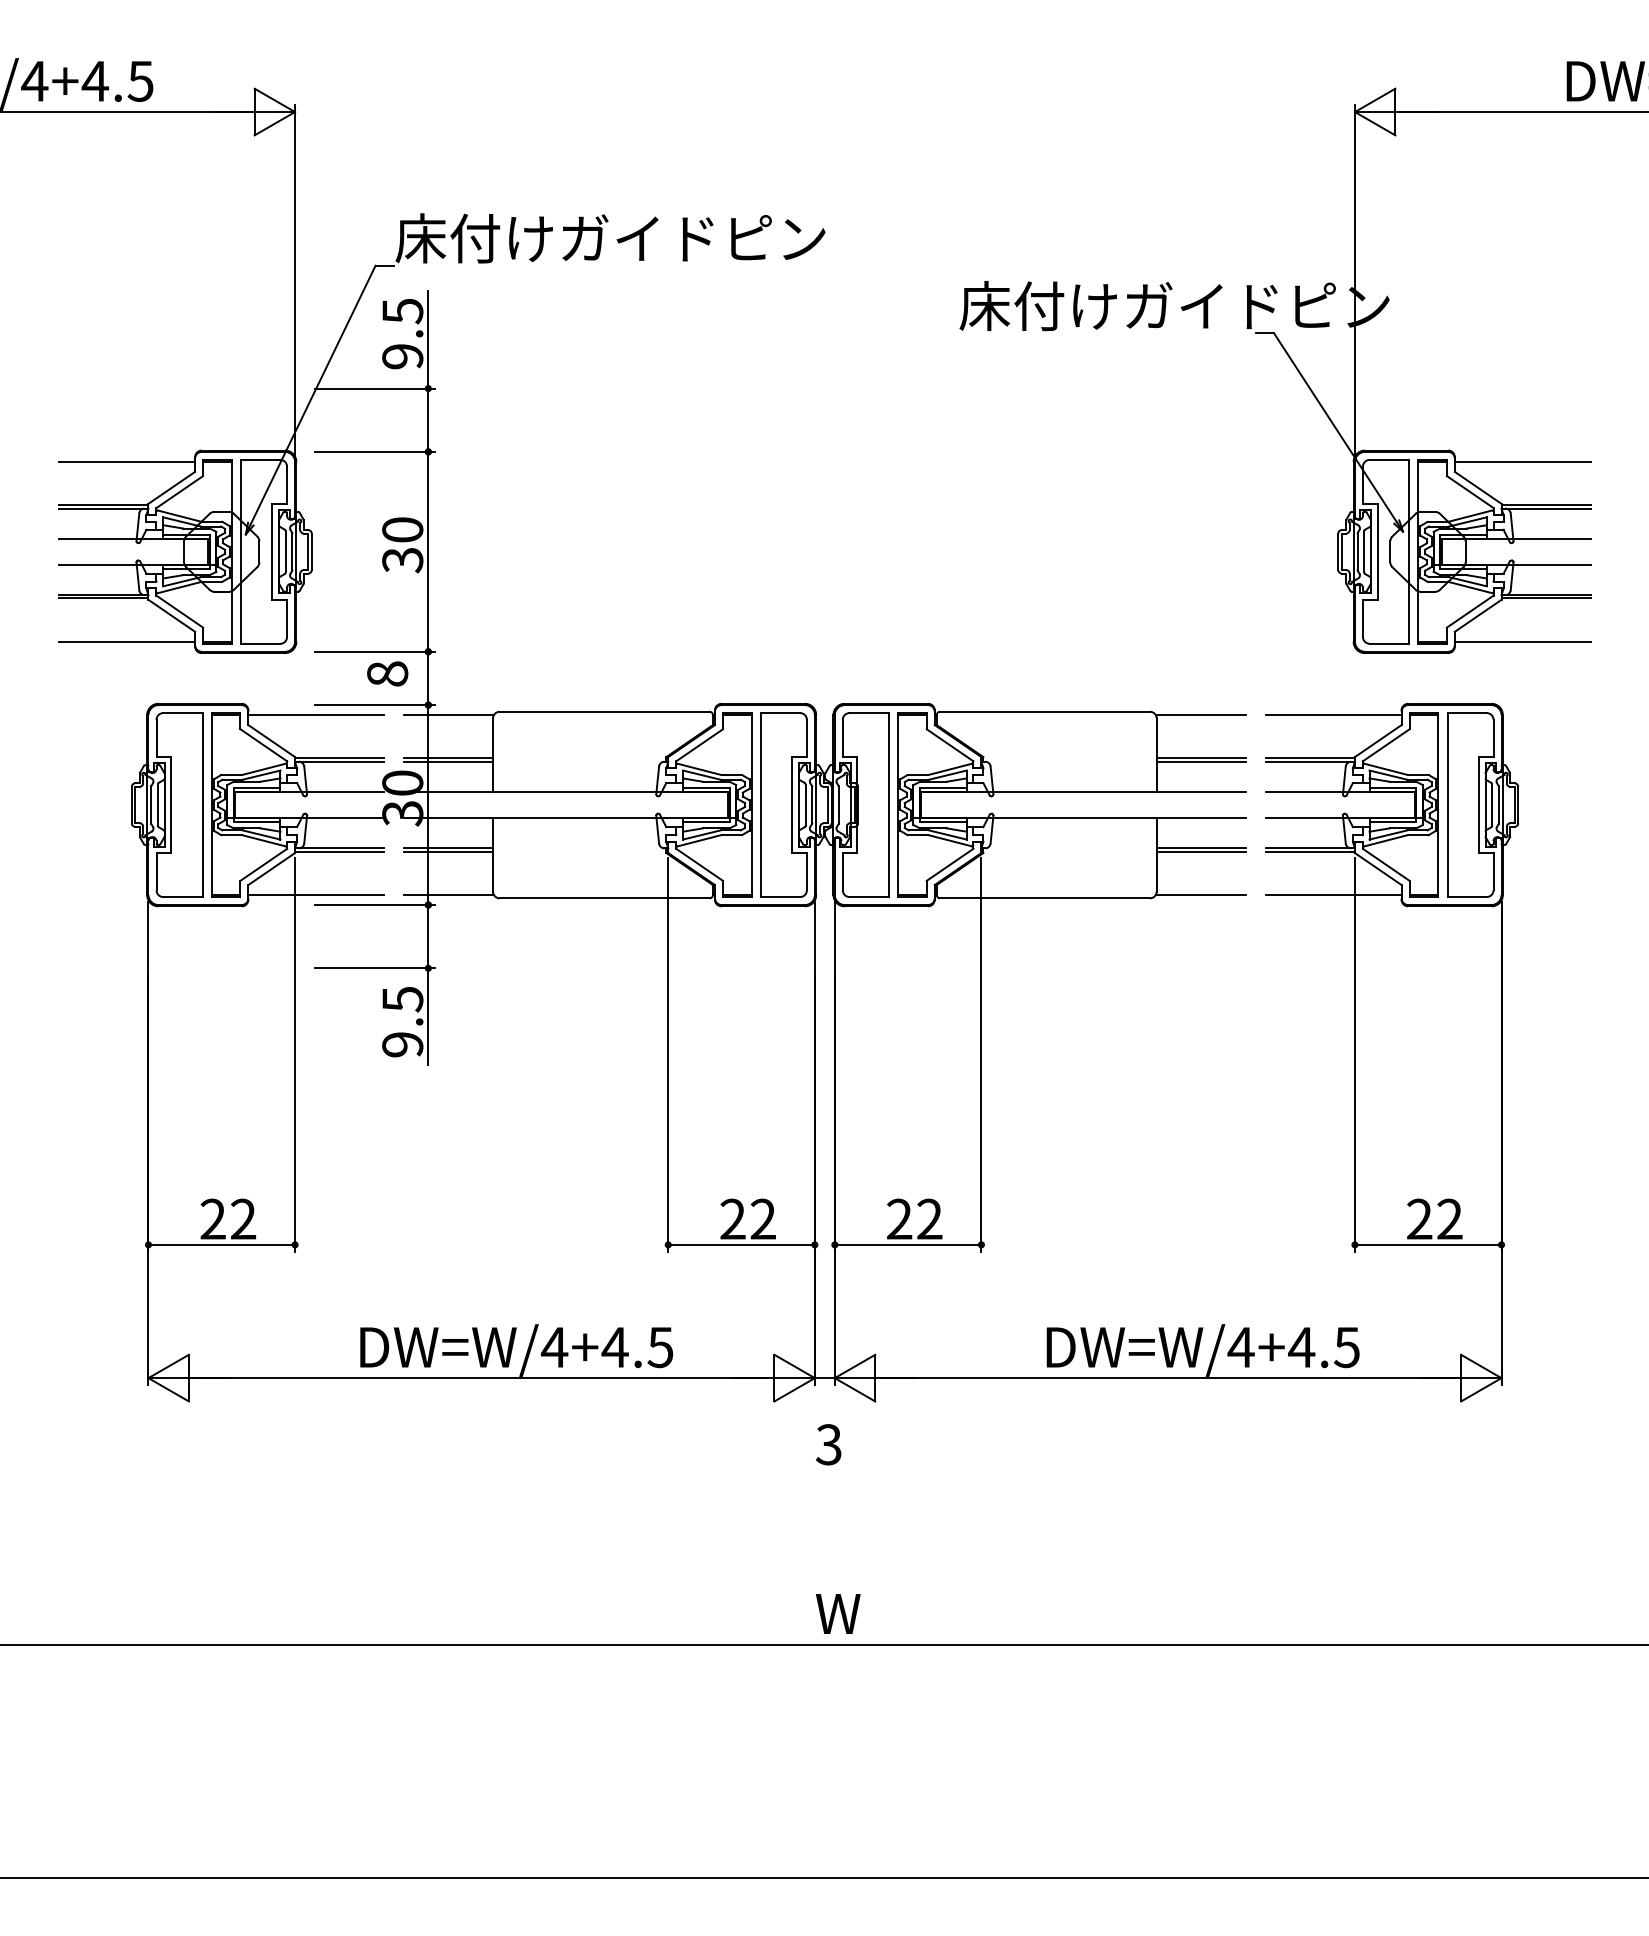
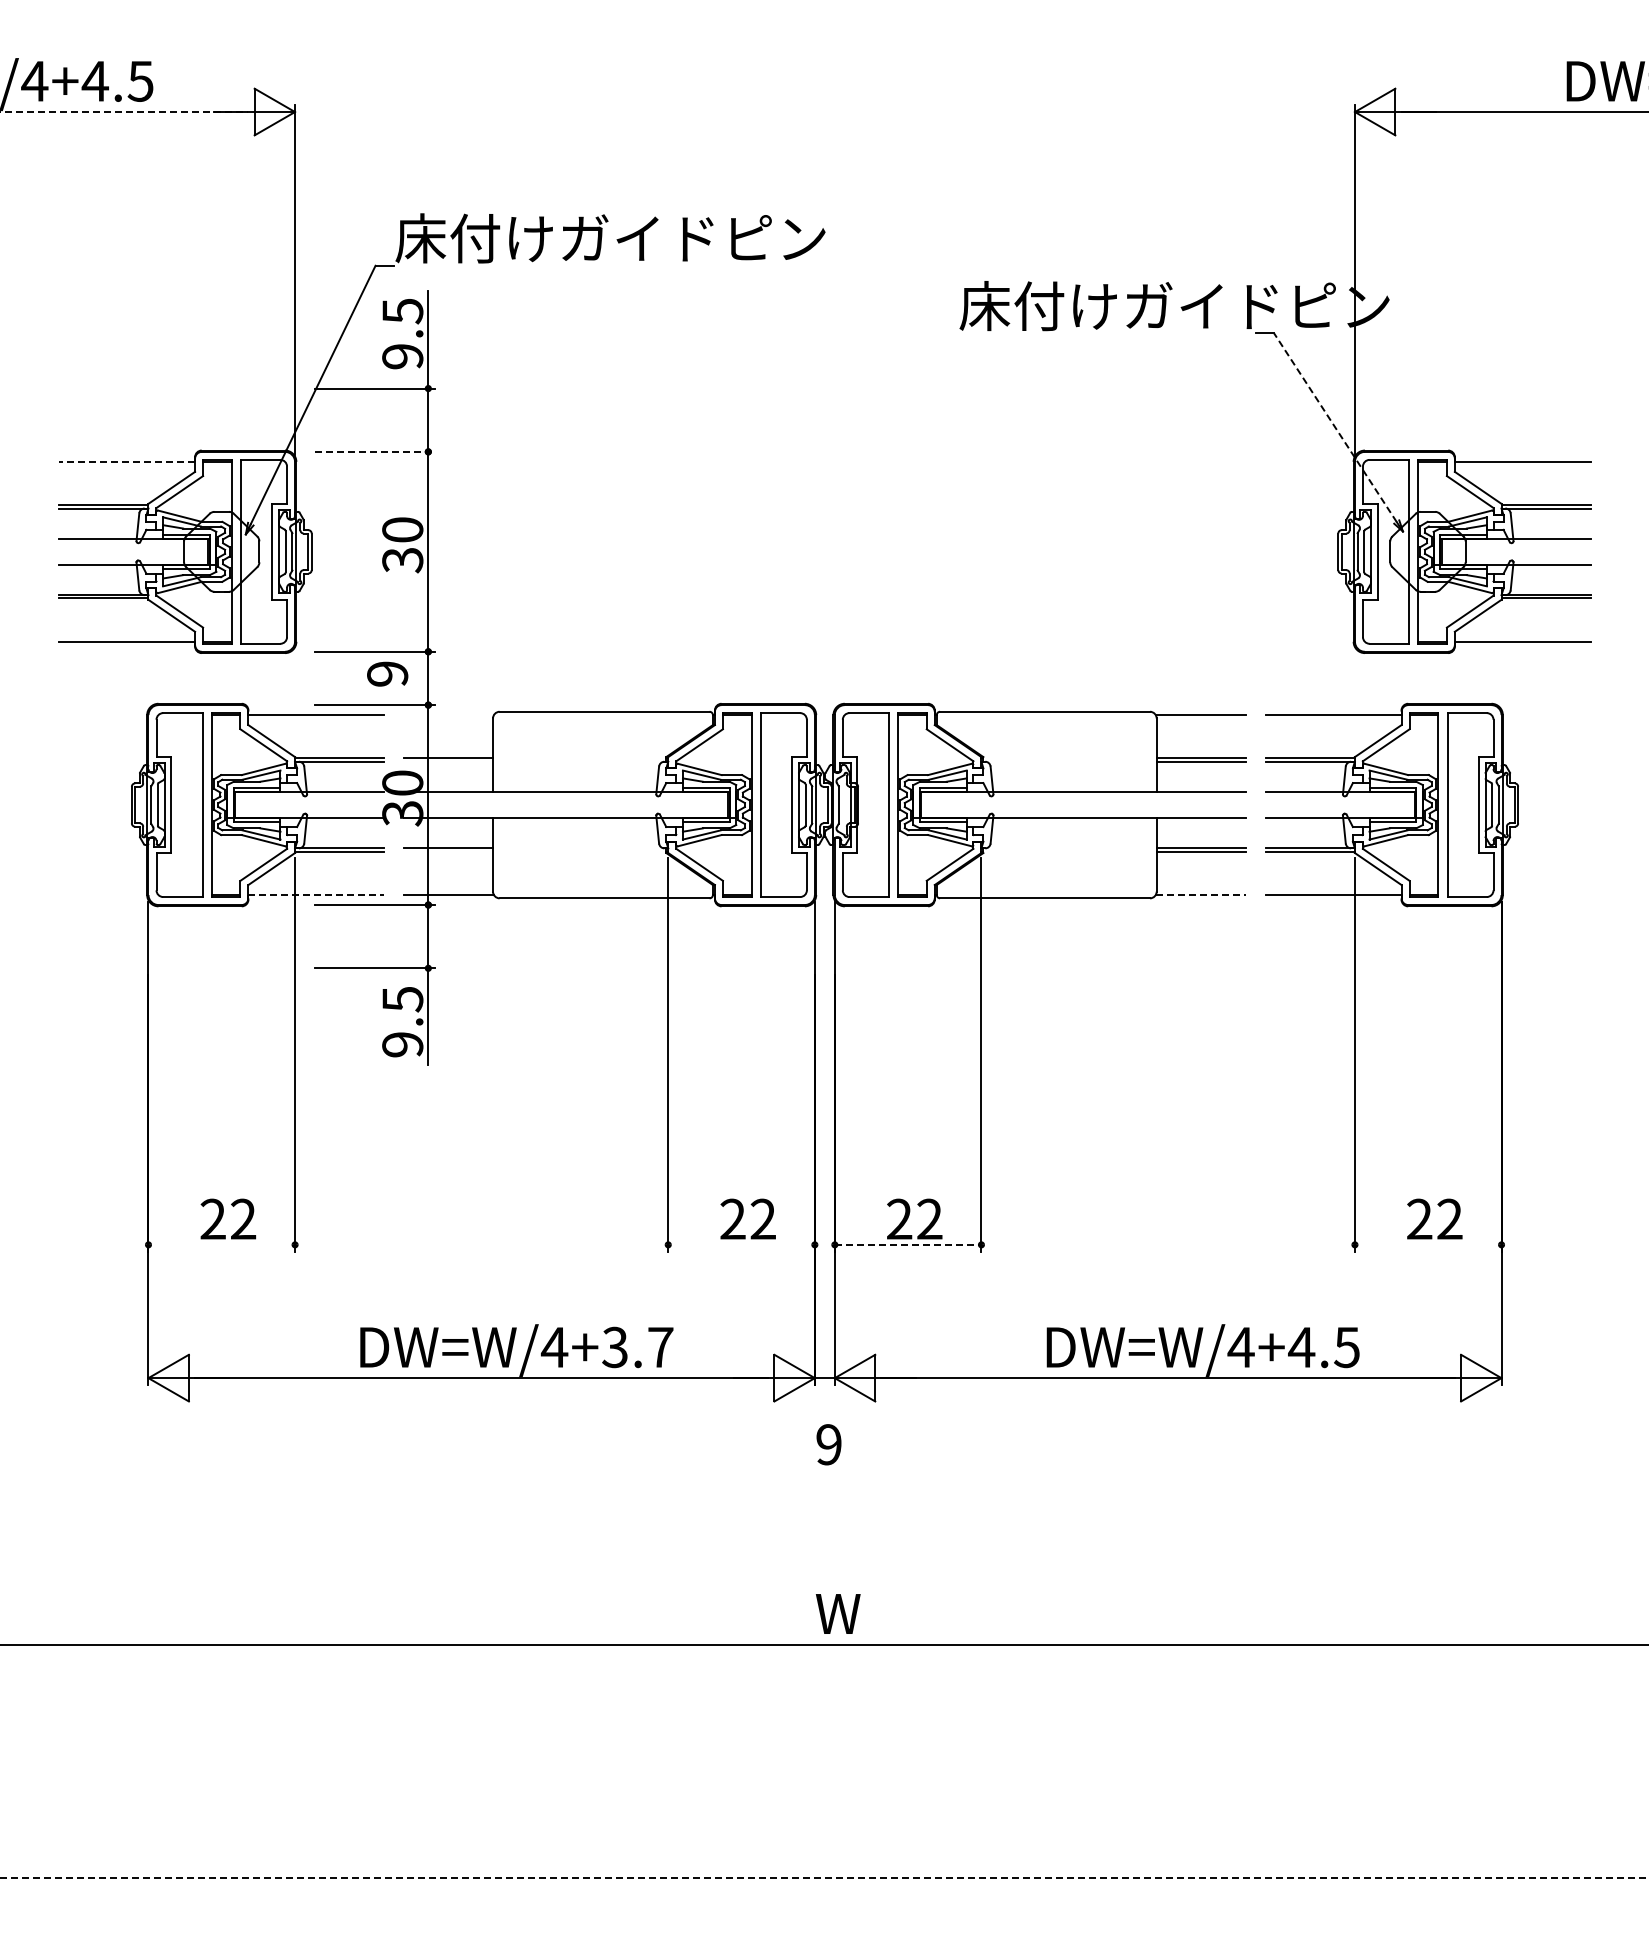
line at (124, 112): solid -> dashed
line at (1335, 427): solid -> dashed
line at (375, 451): solid -> dashed
line at (127, 461): solid -> dashed
text at (387, 673): 8 -> 9
line at (448, 715): present -> none
line at (448, 761): present -> none
line at (448, 851): present -> none
line at (316, 895): solid -> dashed
line at (1201, 895): solid -> dashed
line at (221, 1244): present -> none
line at (741, 1244): present -> none
line at (908, 1244): solid -> dashed
line at (1427, 1244): present -> none
text at (637, 1347): DW=W/4+4.5 -> DW=W/4+3.7
text at (828, 1444): 3 -> 9
line at (823, 1877): solid -> dashed
